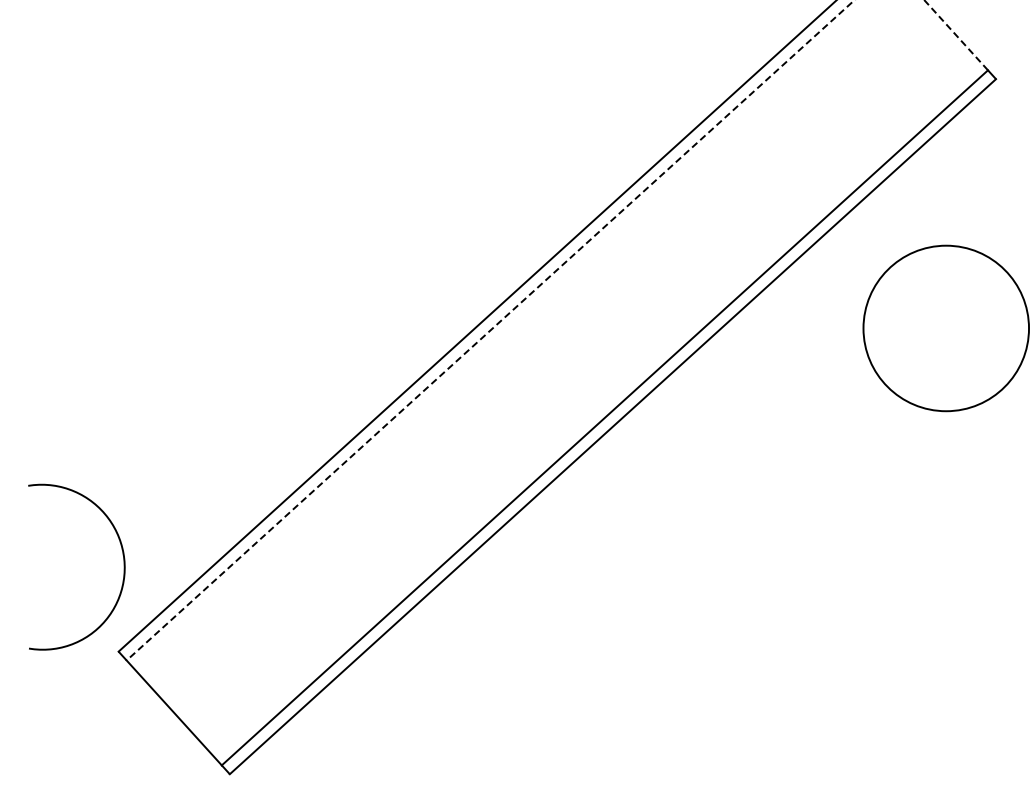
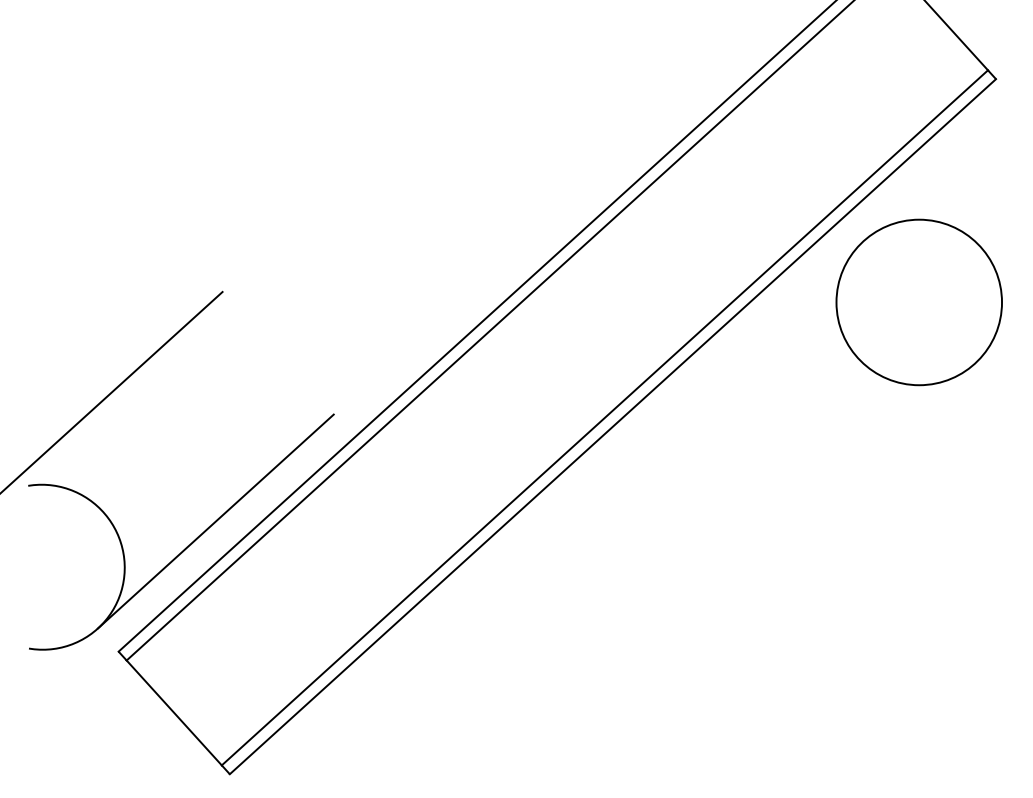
line at (955, 34): dashed -> solid
circle at (945, 328) position: (945, 328) -> (918, 302)
line at (490, 330): dashed -> solid
line at (112, 391): none -> present
line at (215, 521): none -> present
